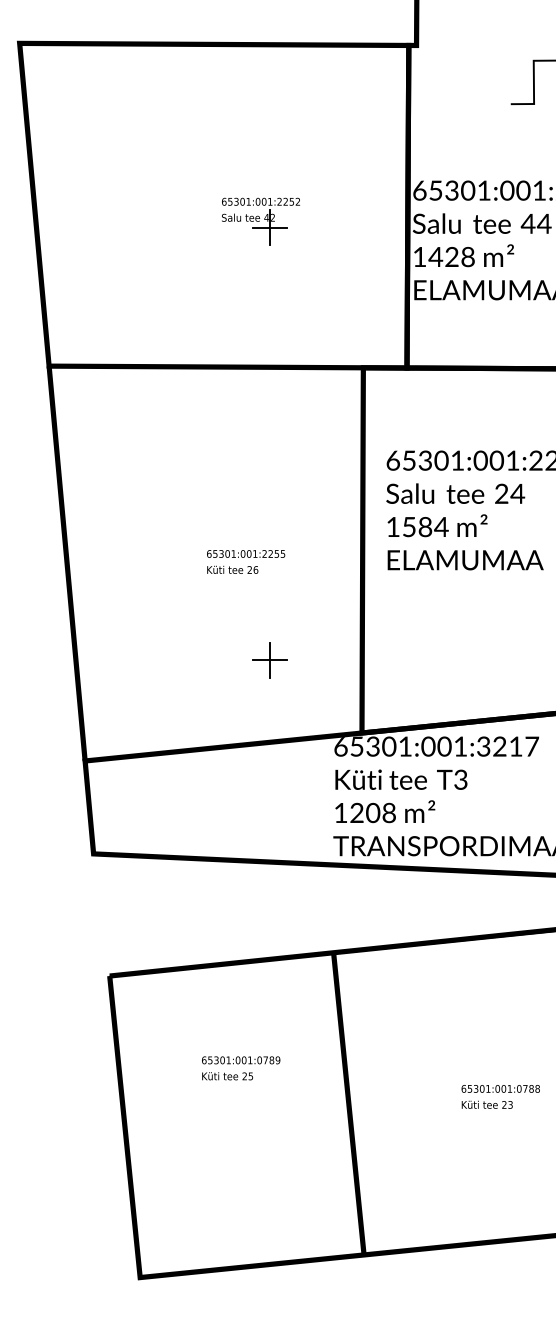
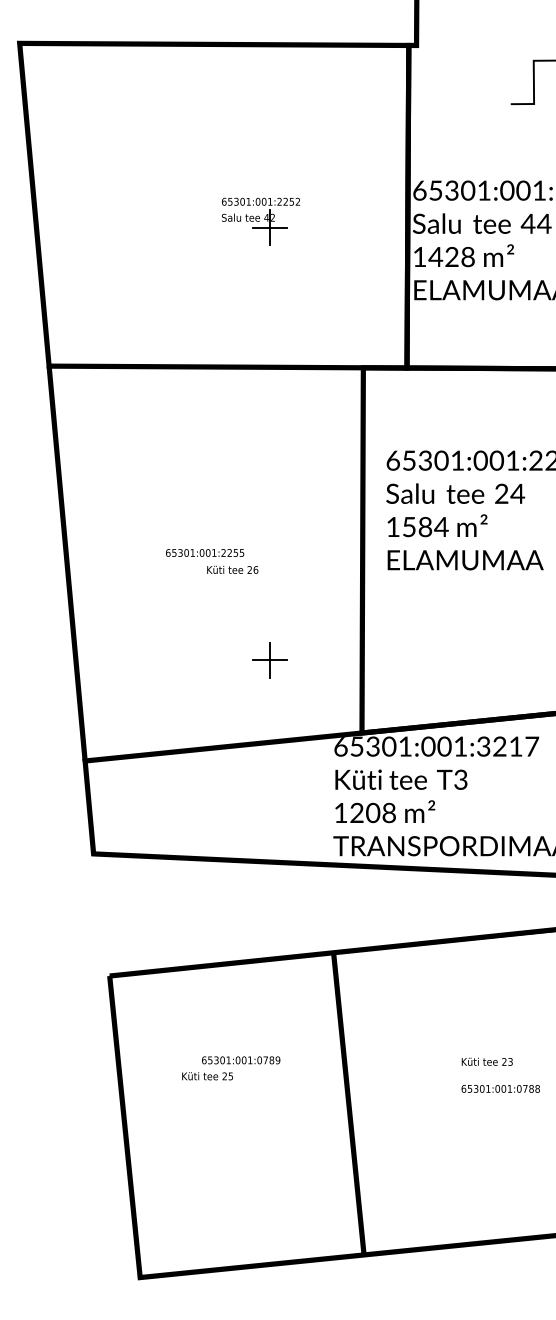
text at (246, 553) position: (246, 553) -> (205, 552)
text at (227, 1076) position: (227, 1076) -> (207, 1076)
text at (486, 1104) position: (486, 1104) -> (486, 1061)
